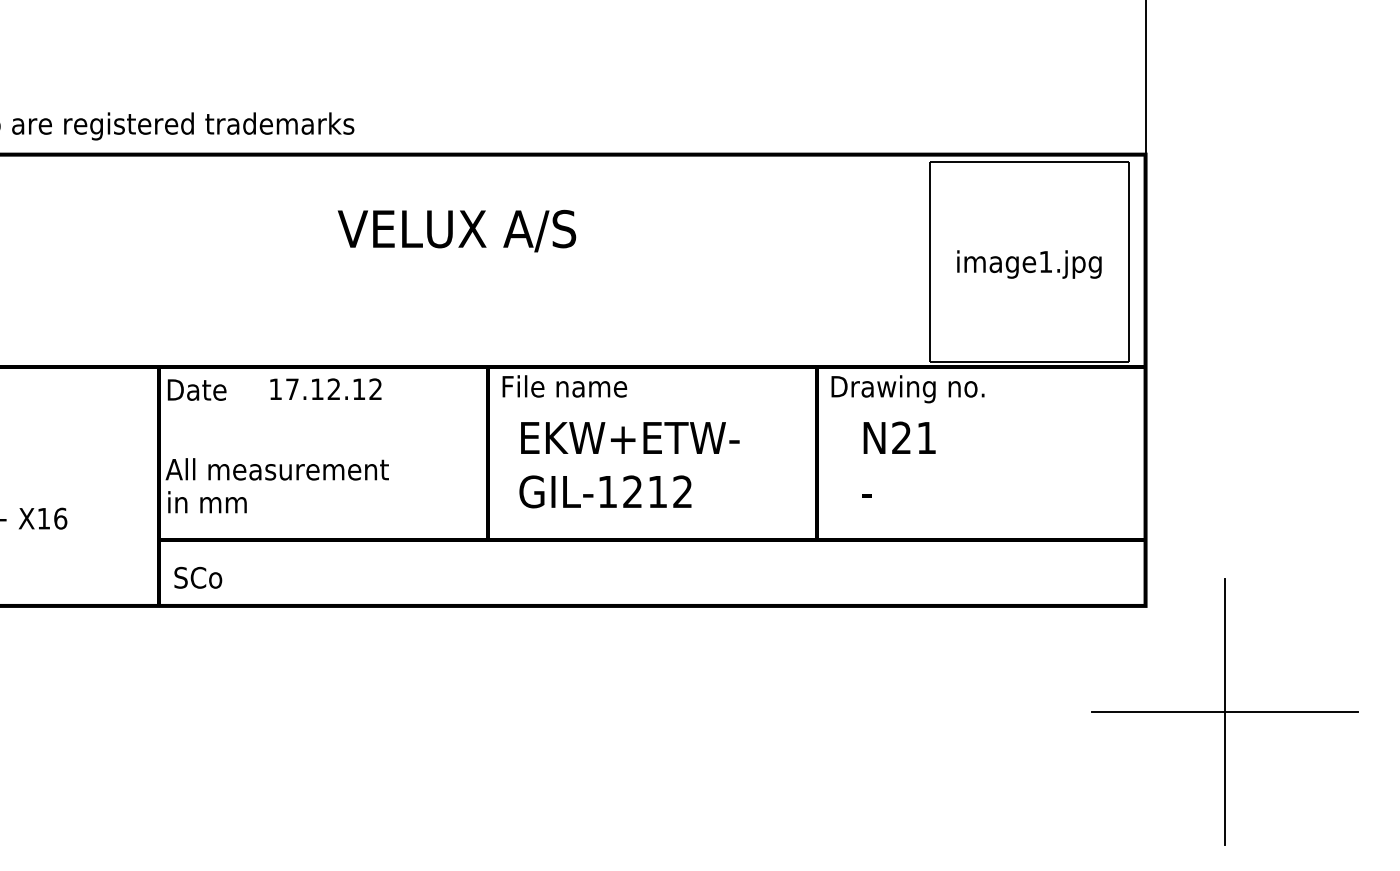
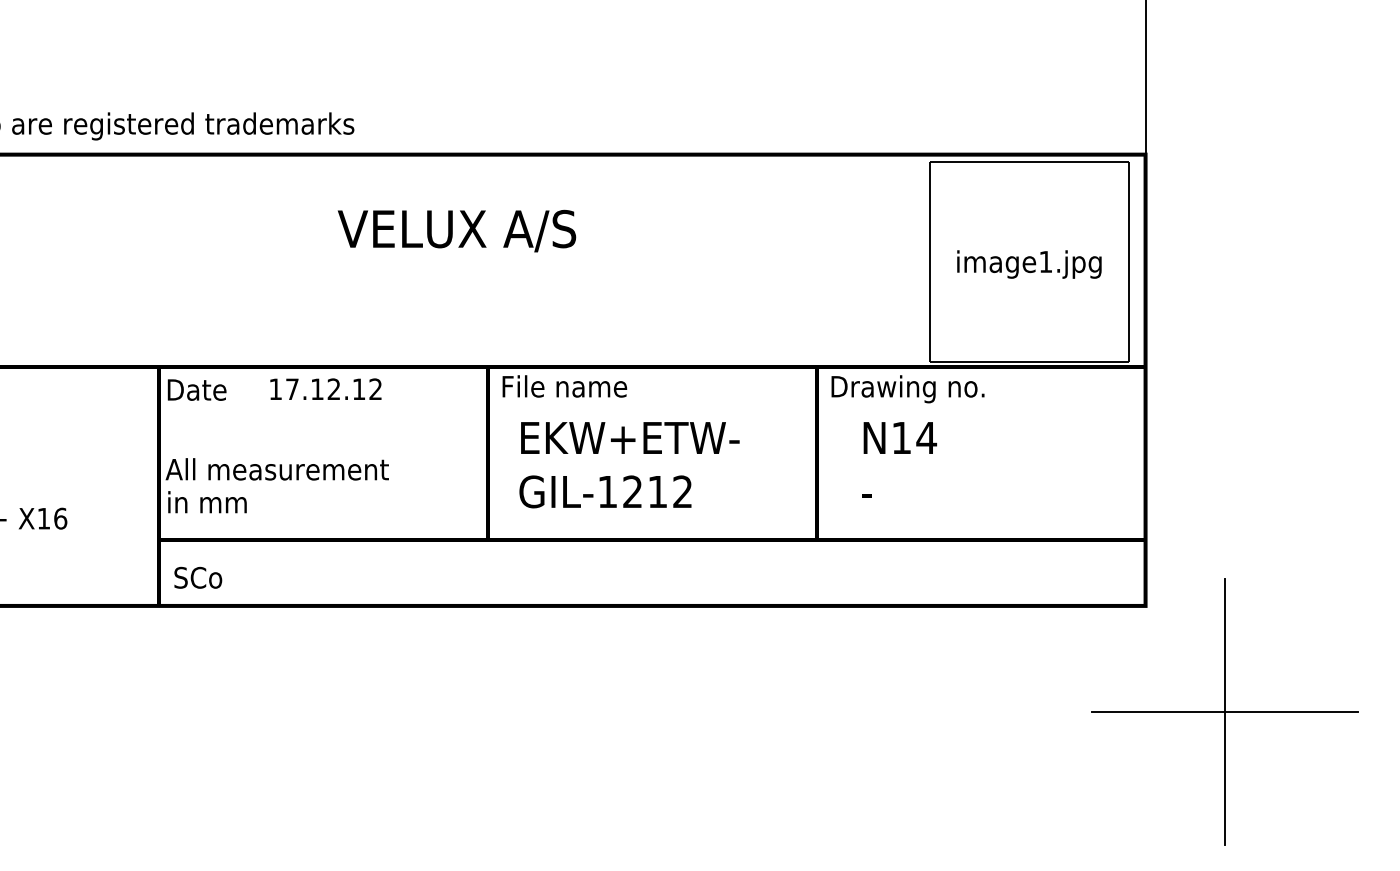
text at (914, 437): N21 -> N14
